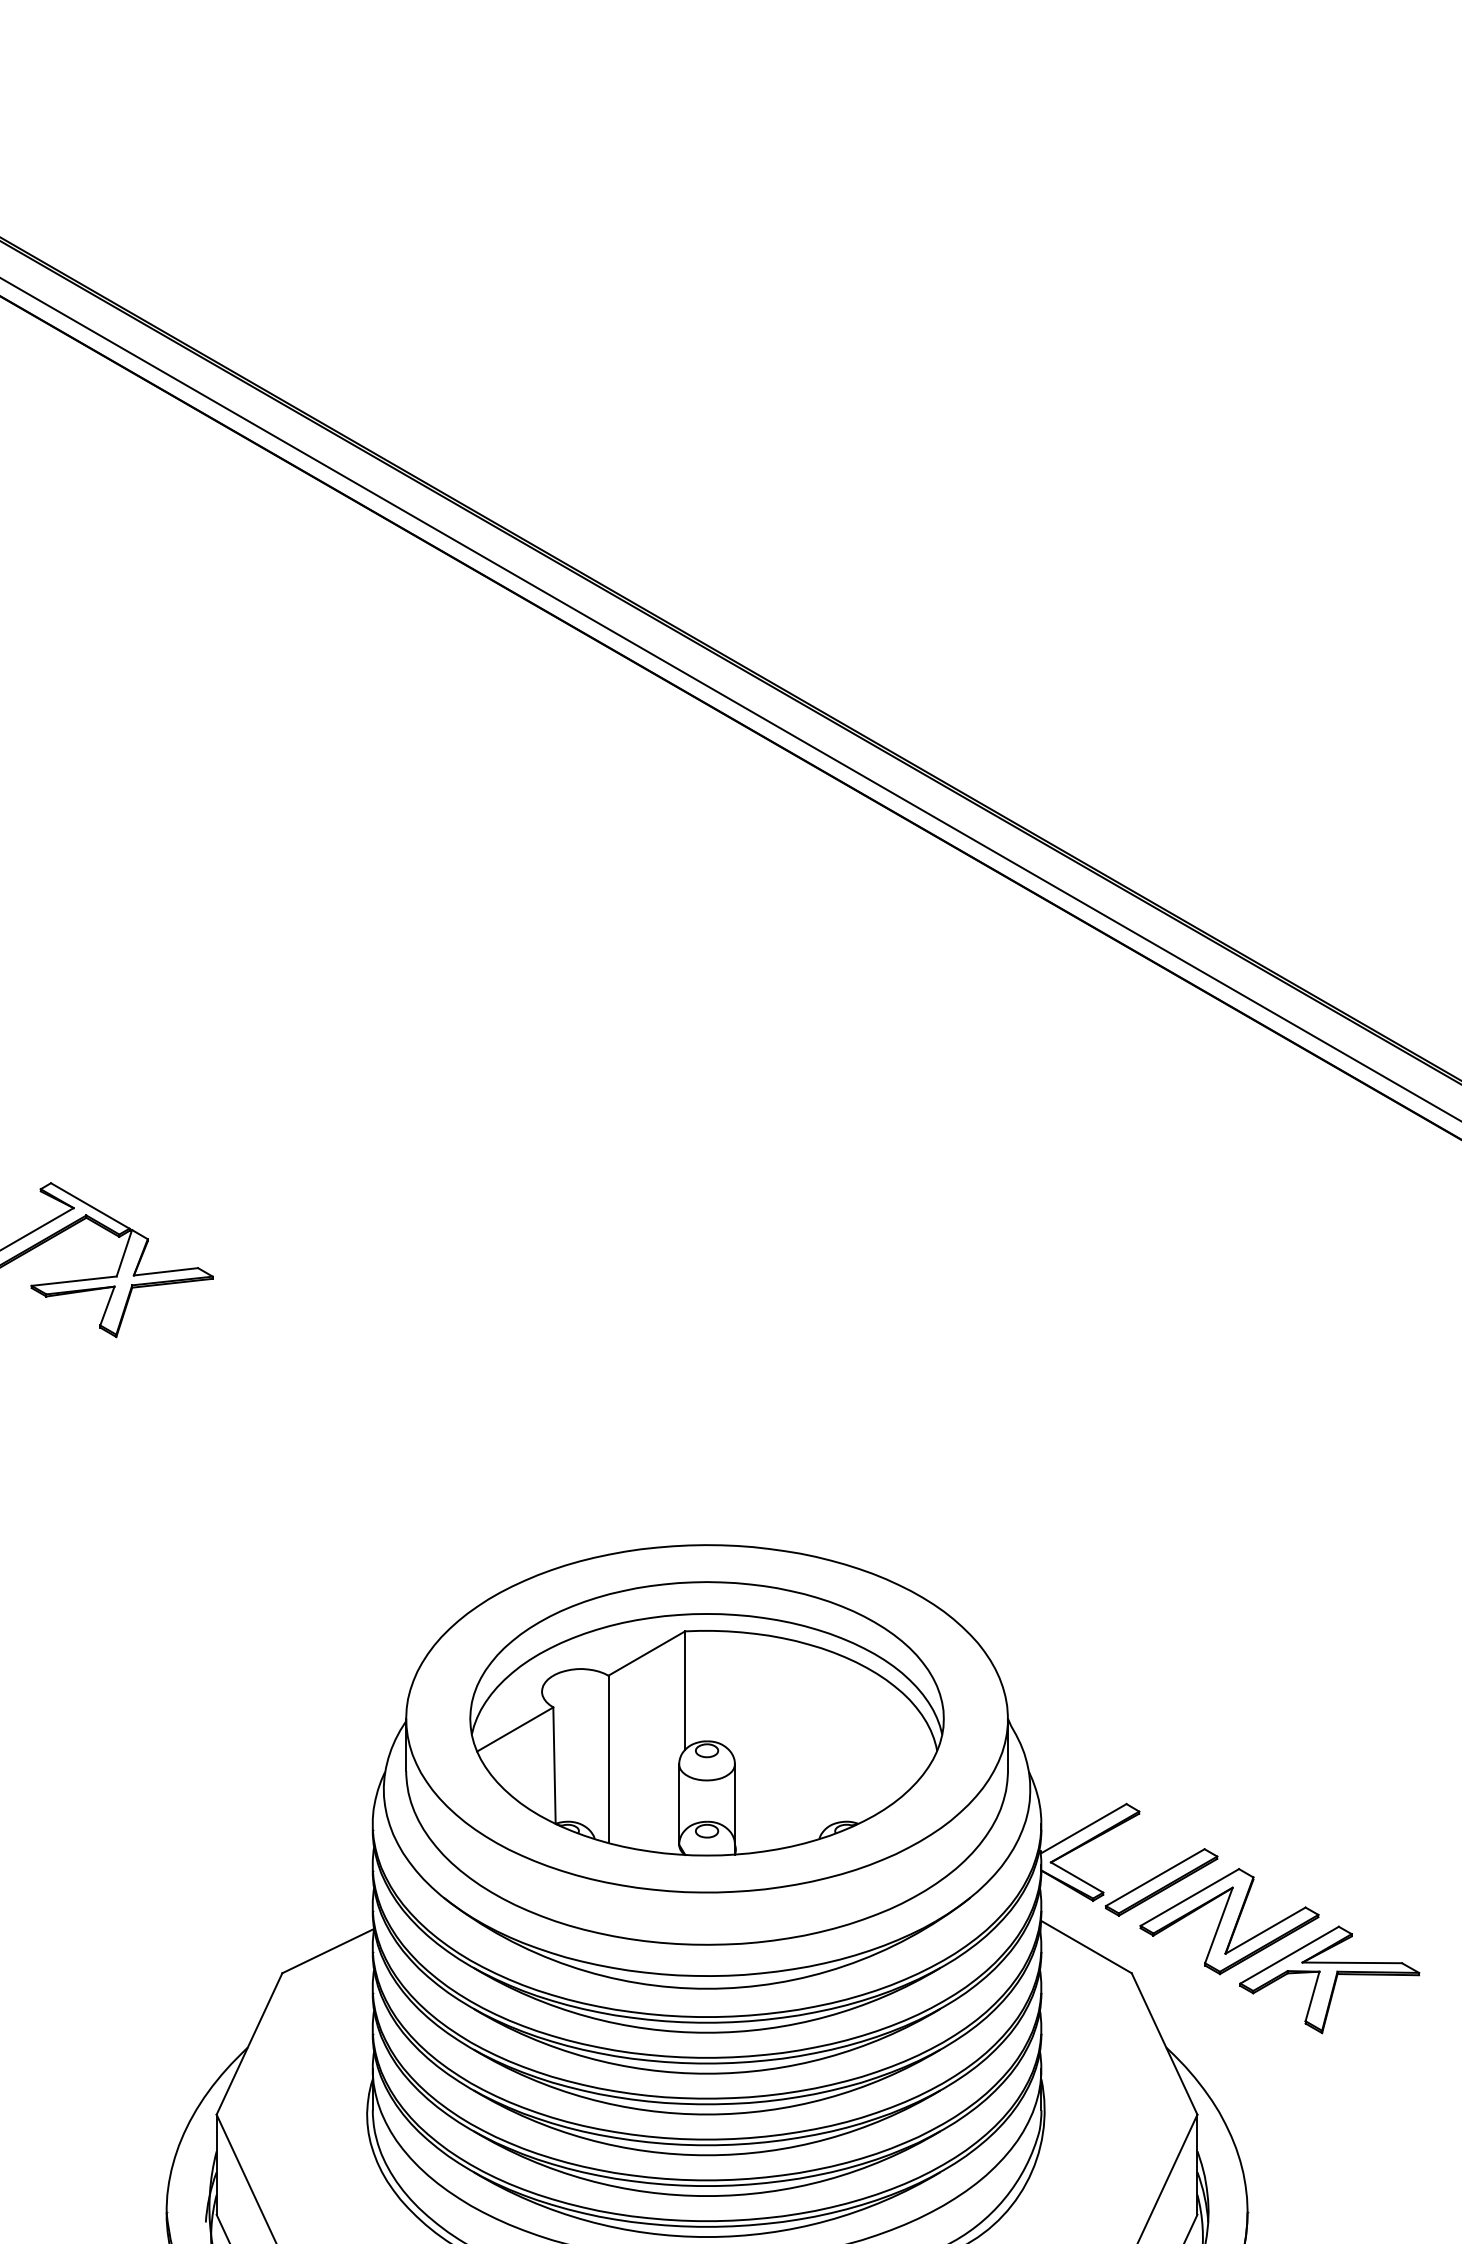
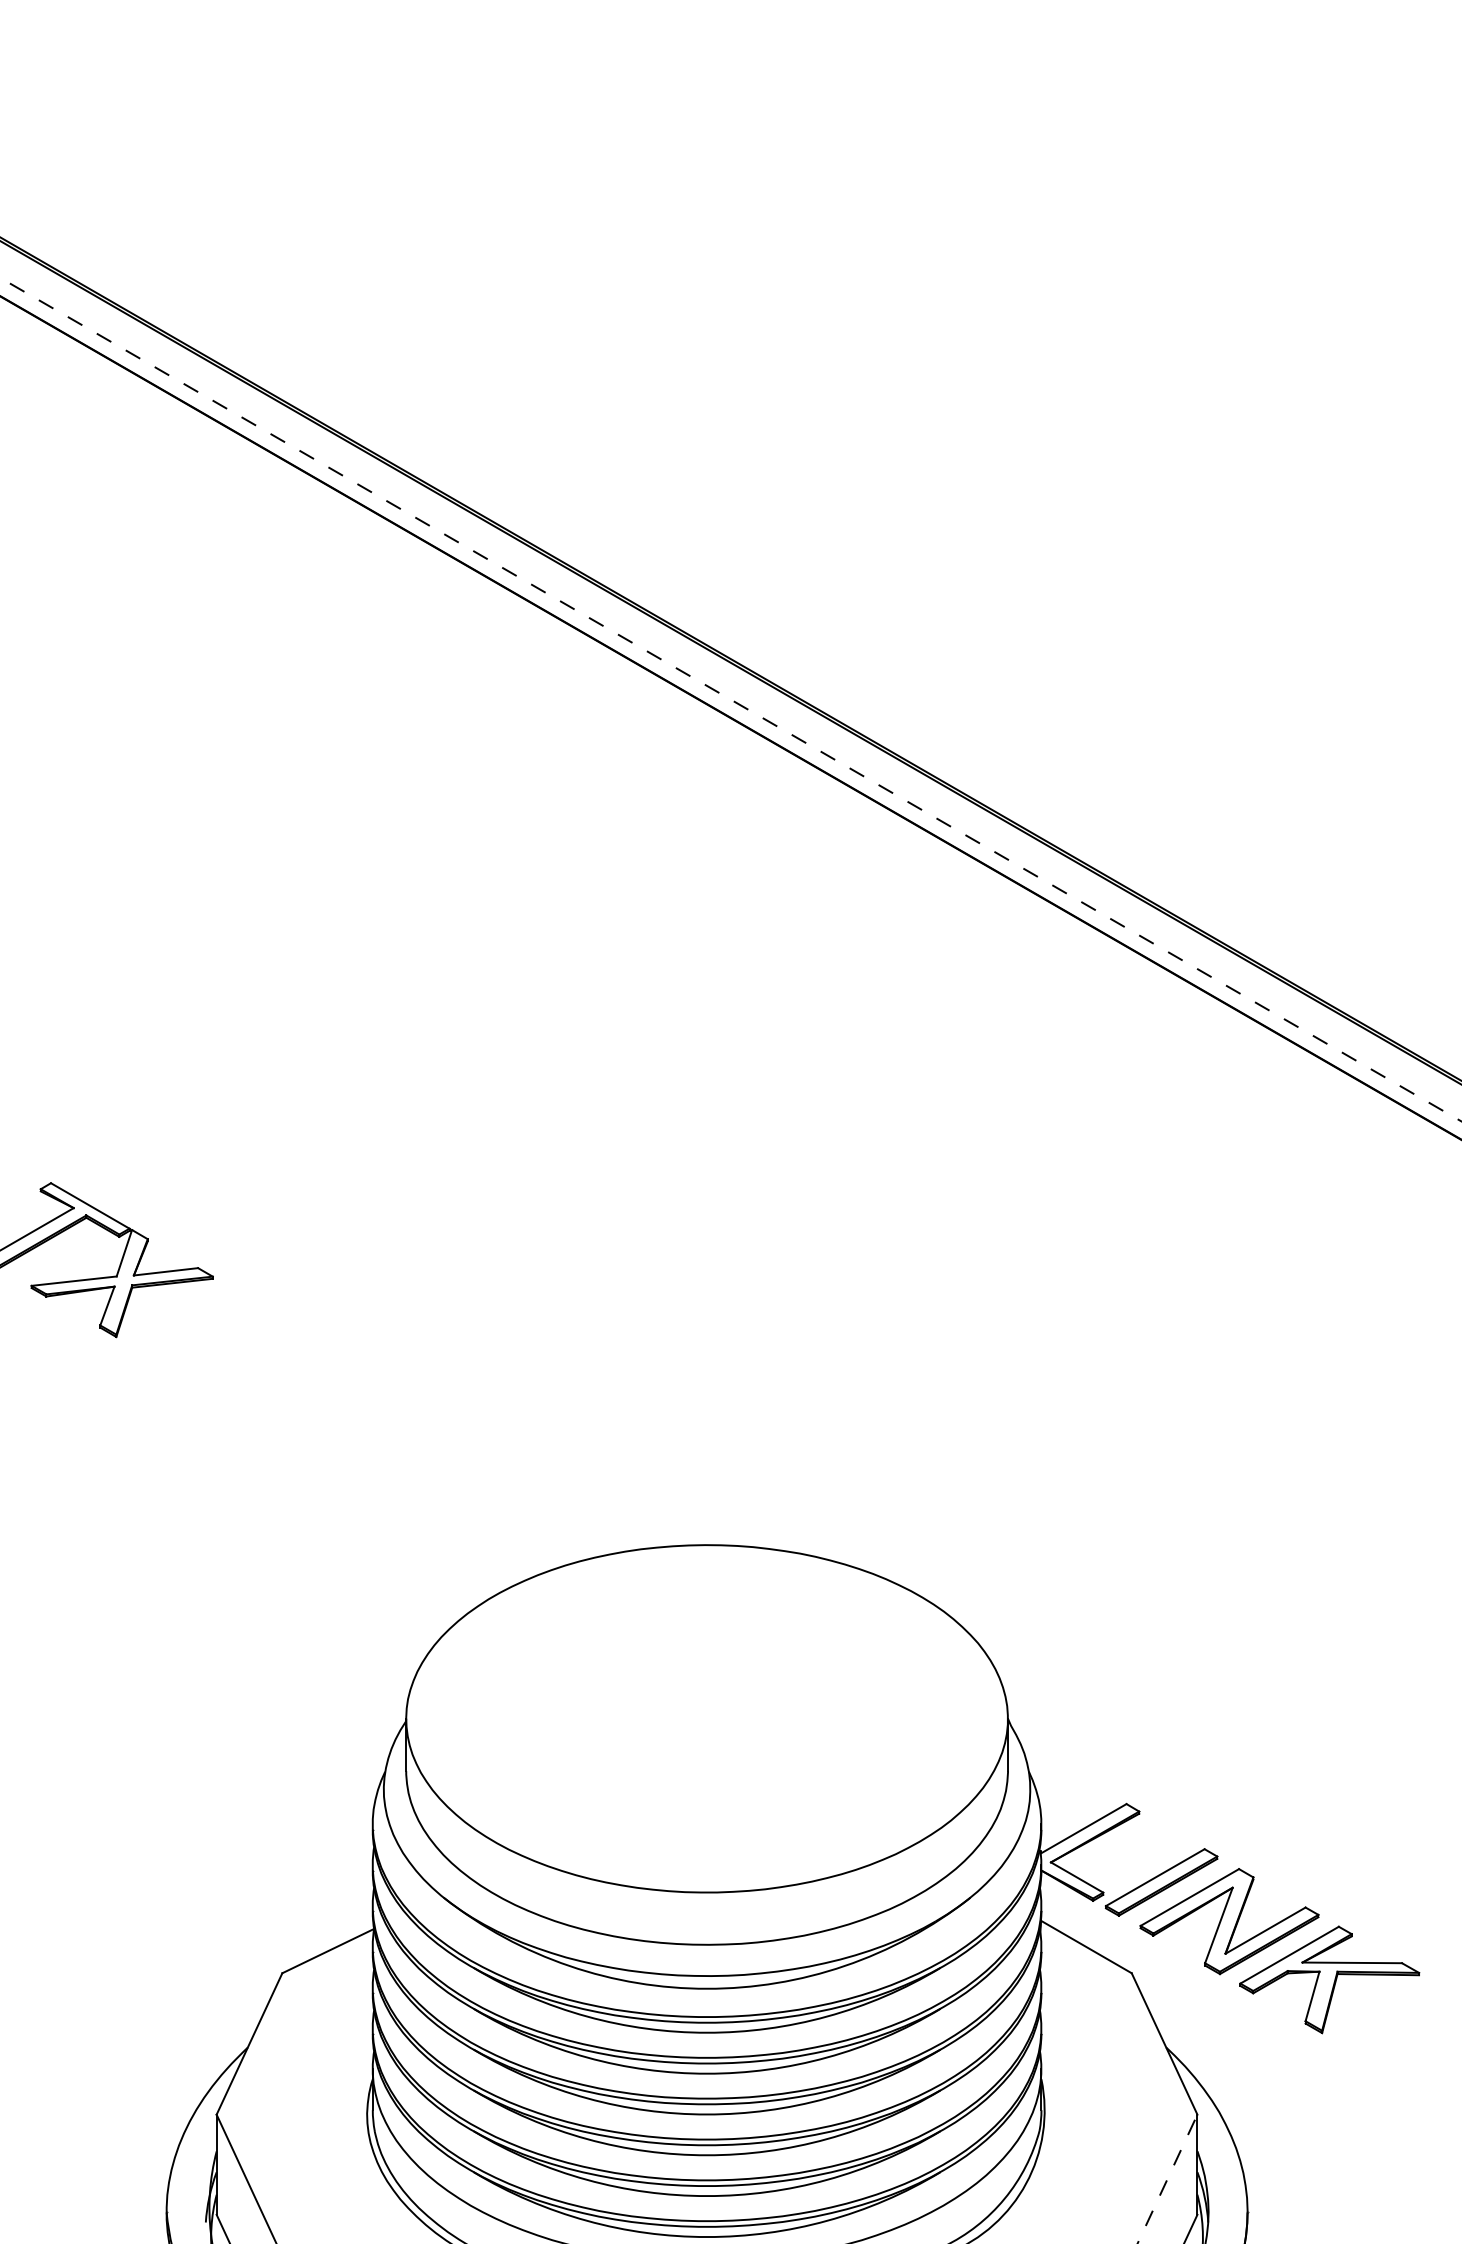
line at (731, 700): solid -> dashed
part at (706, 1718): present -> none
line at (1167, 2178): solid -> dashed
